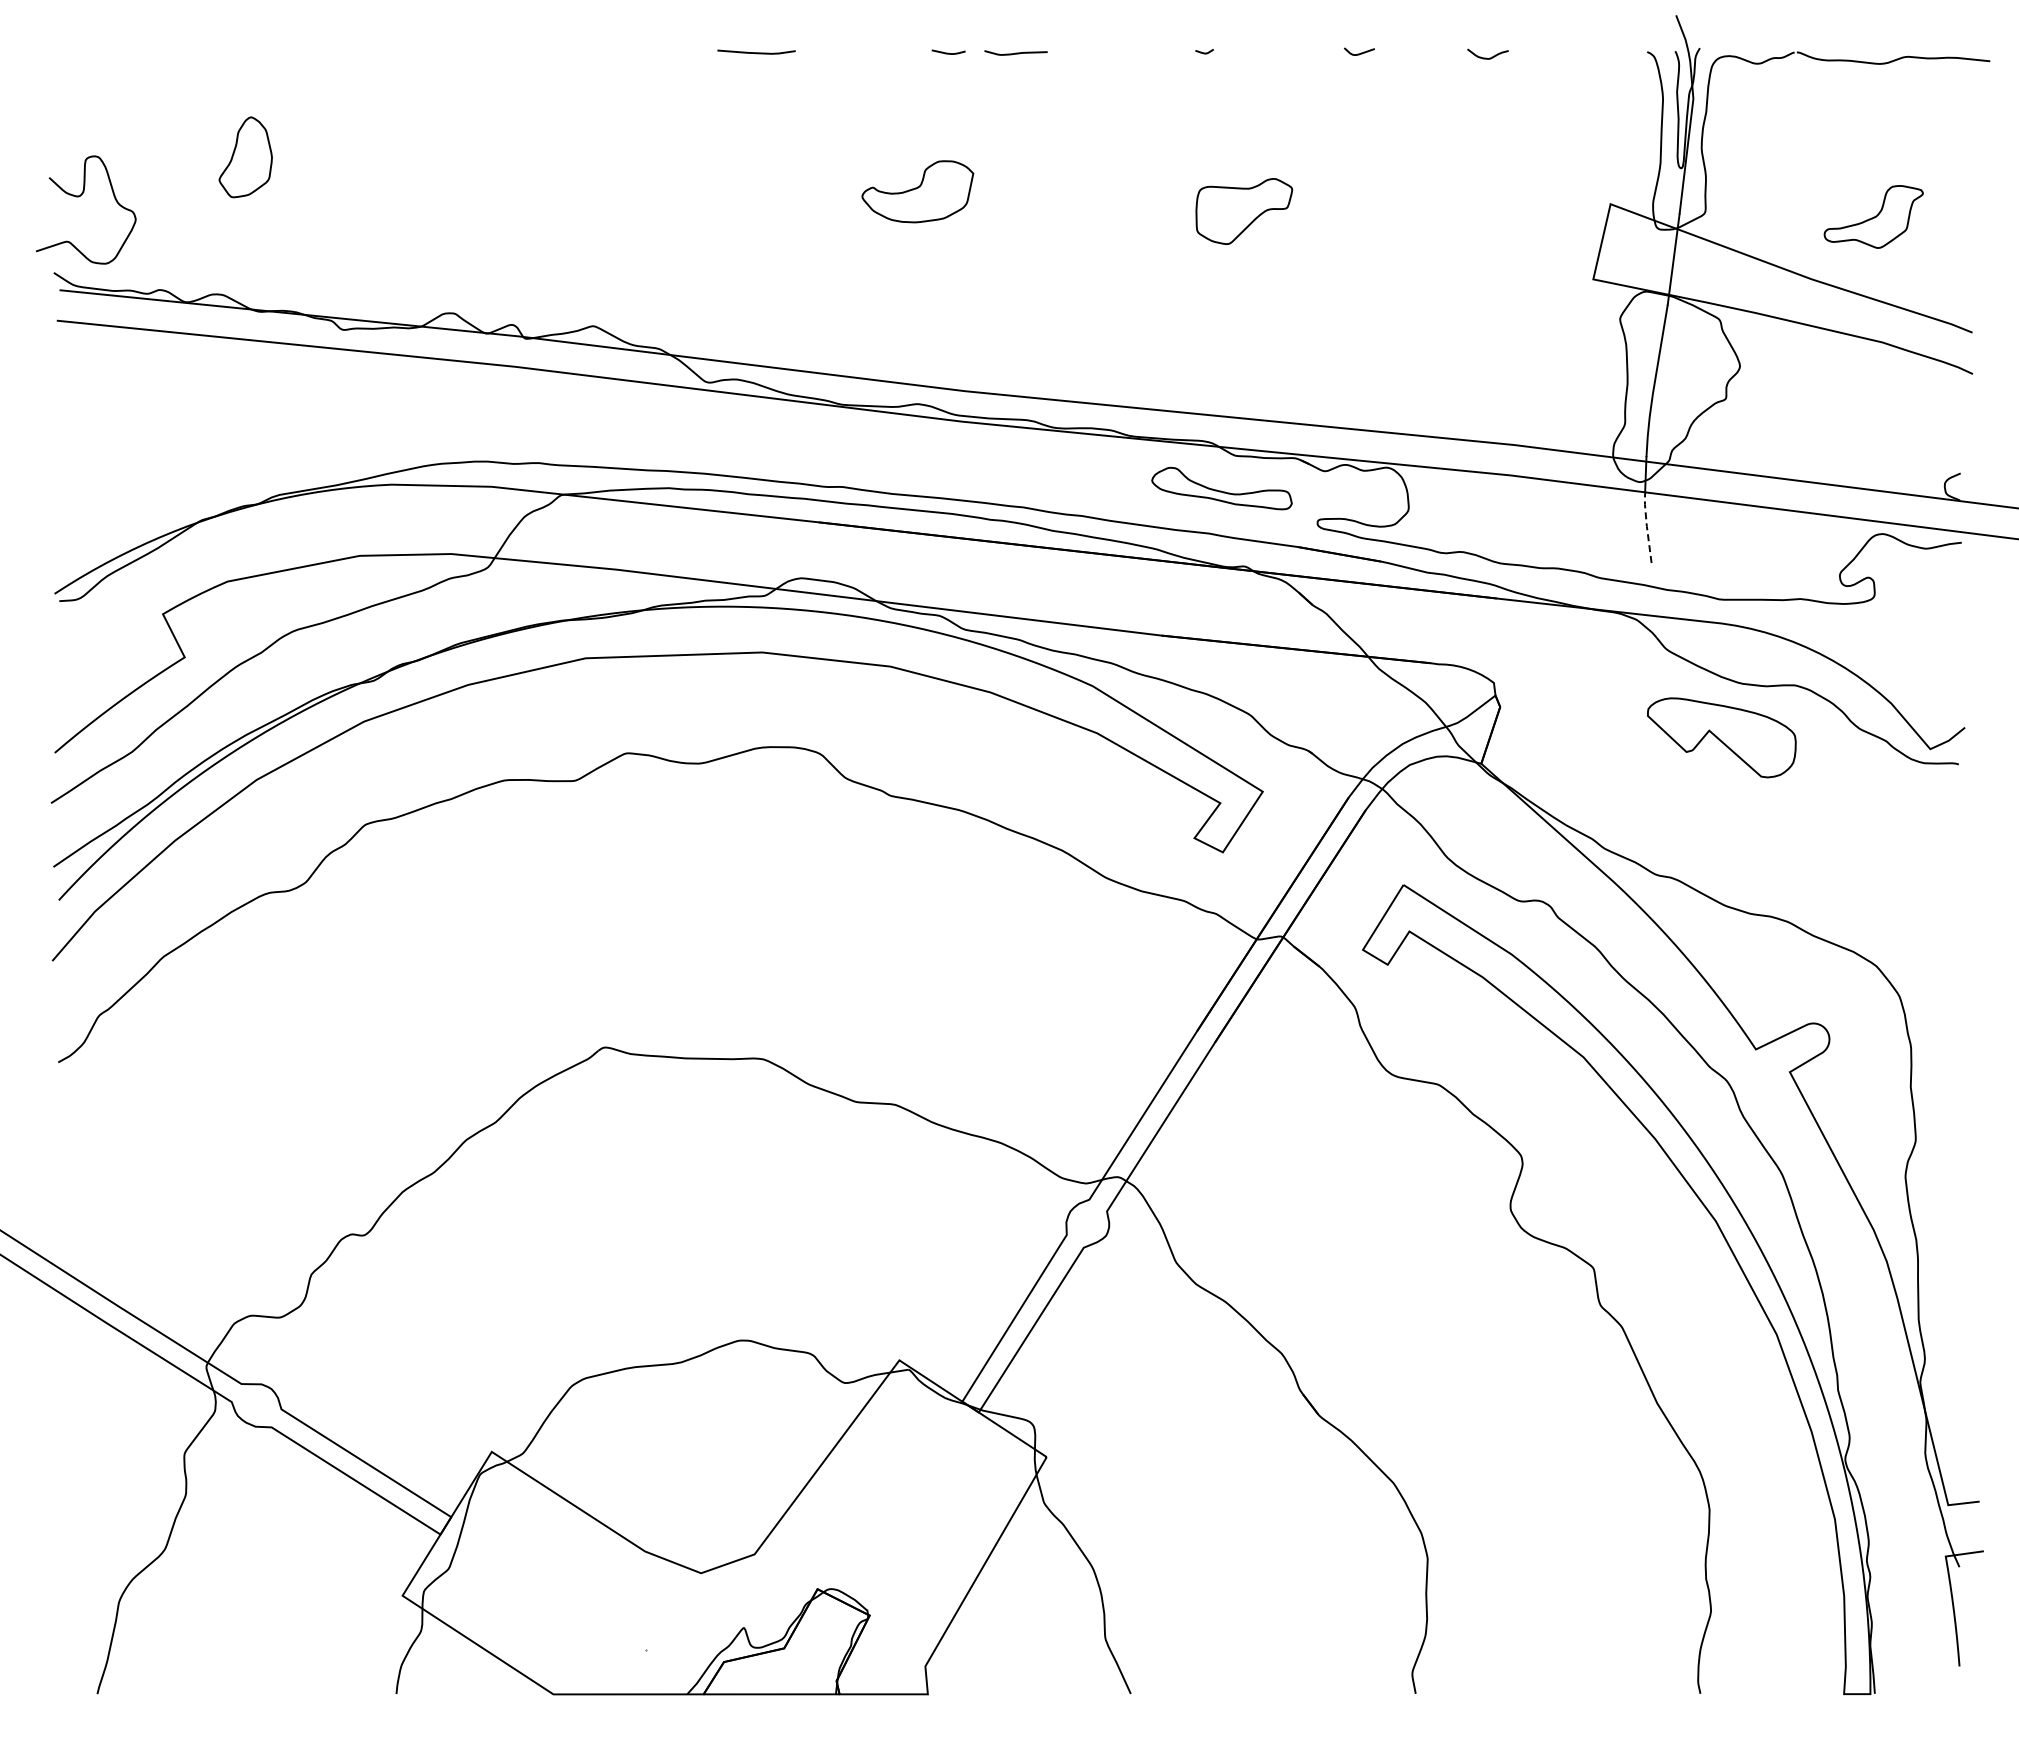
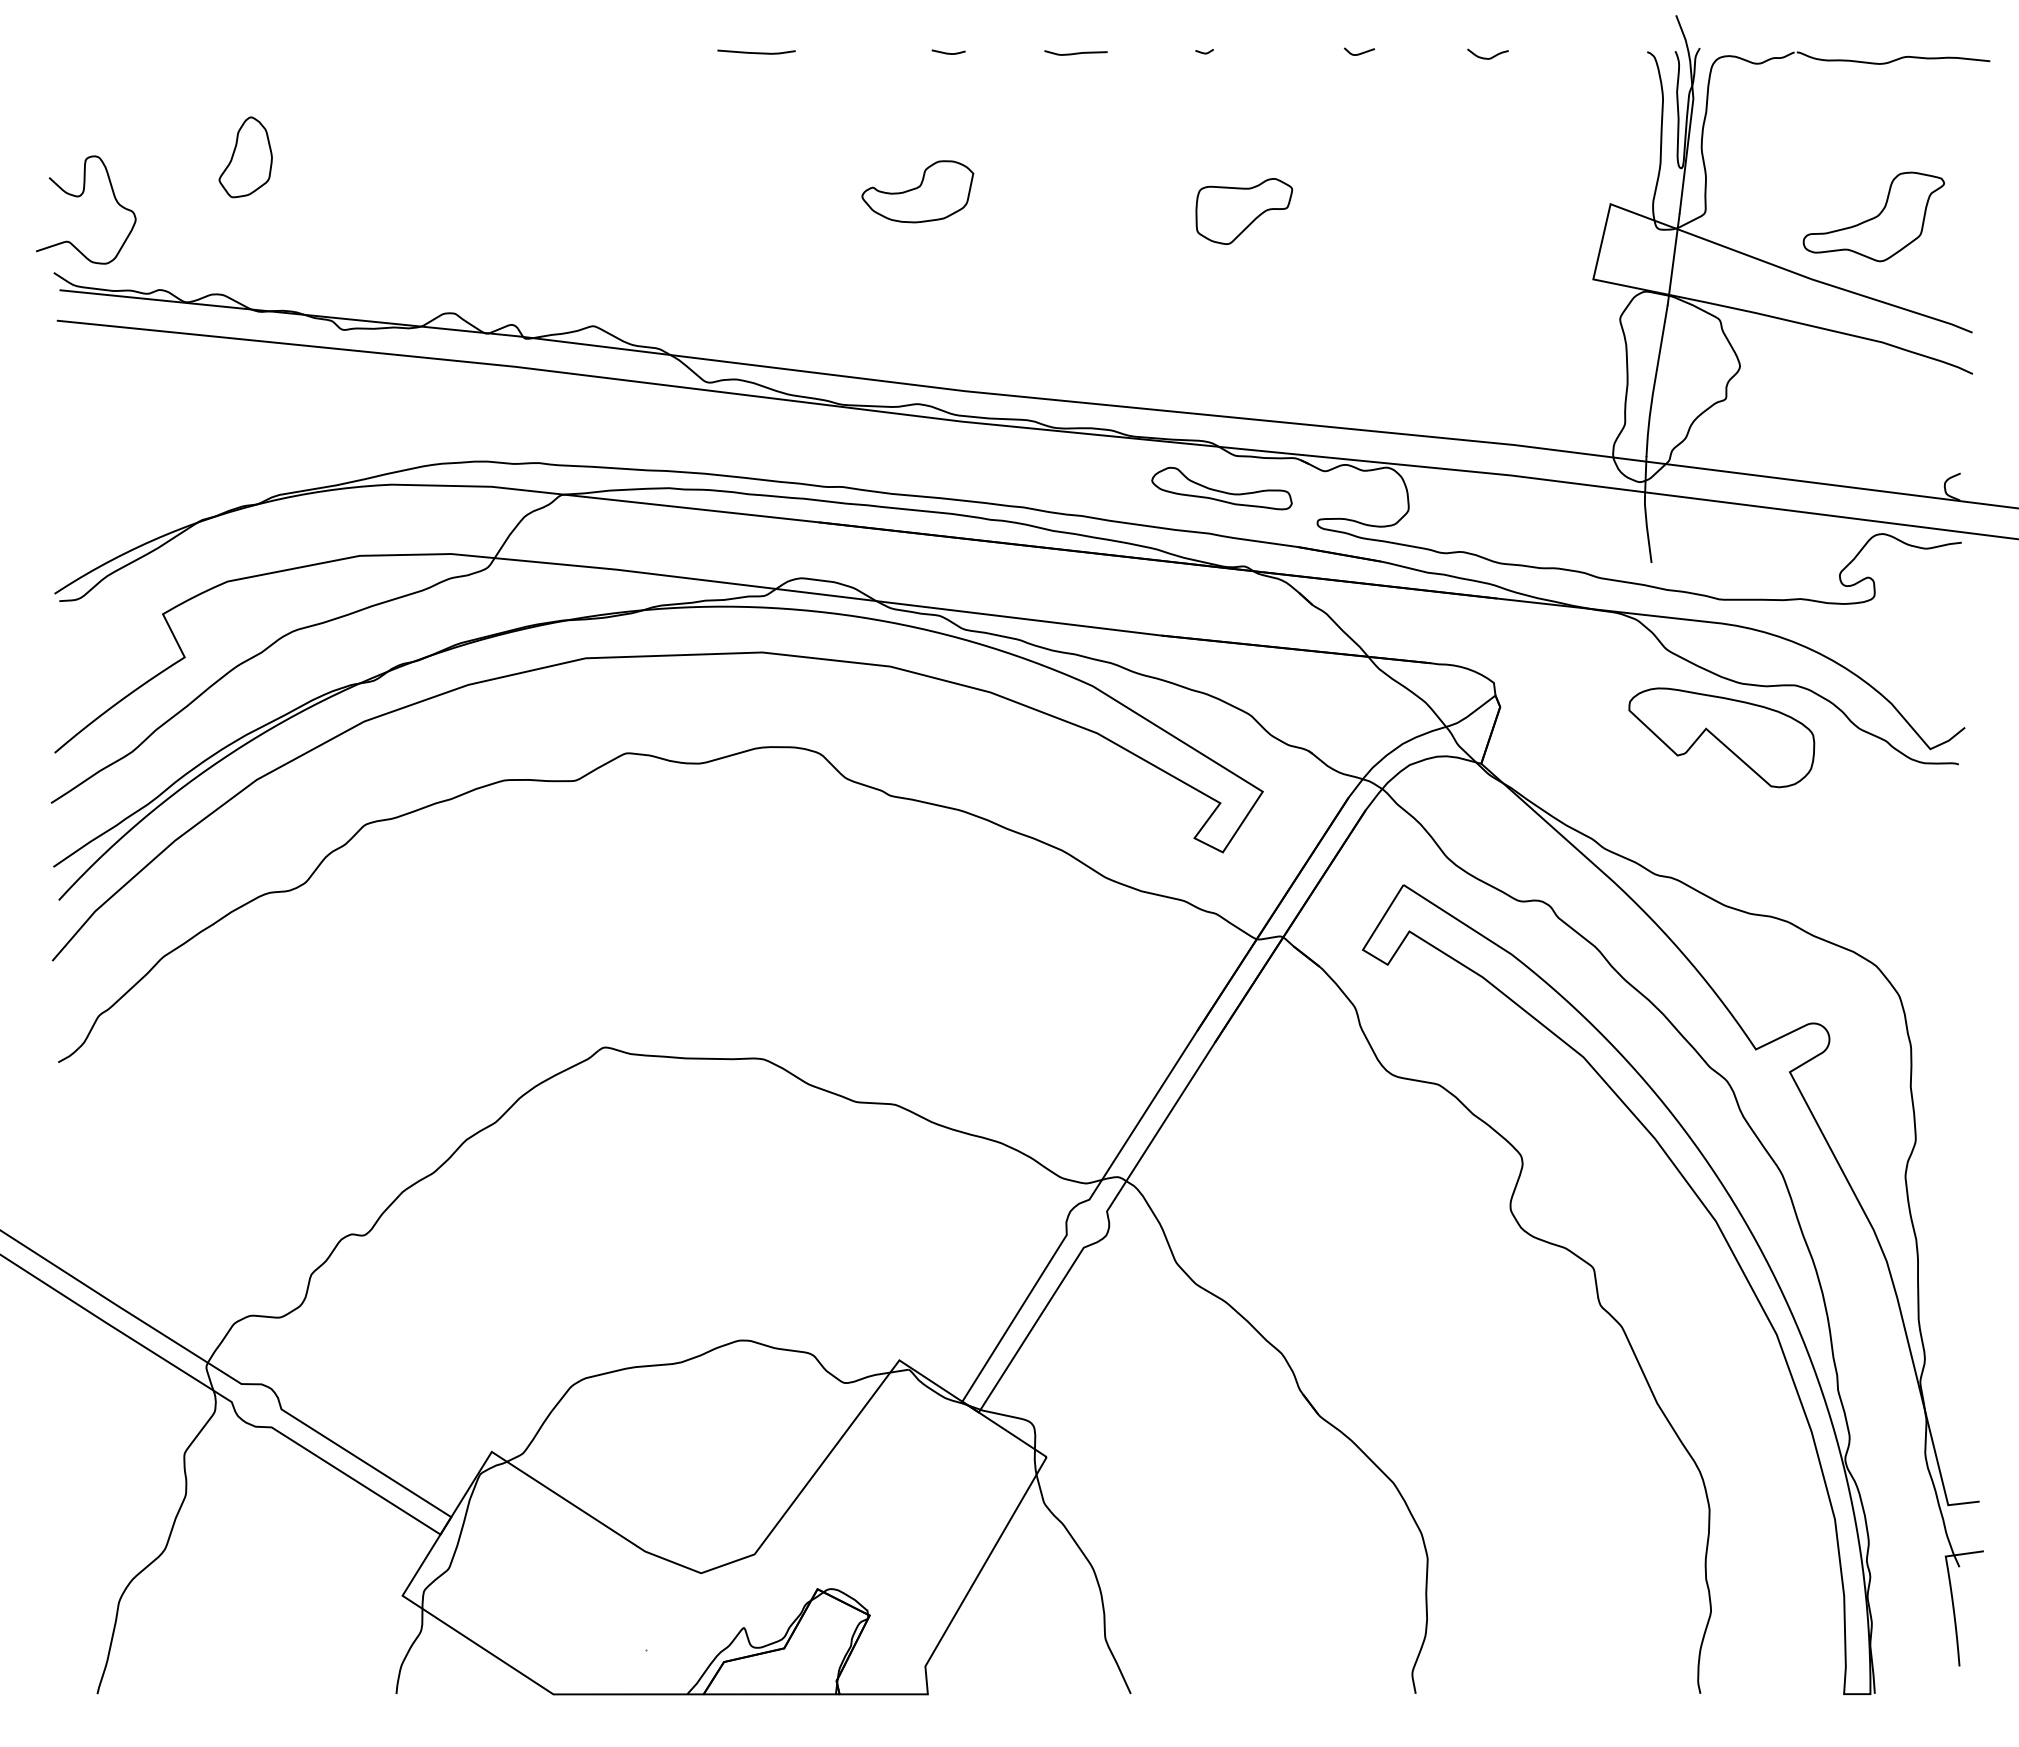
curve at (1015, 52) position: (1015, 52) -> (1075, 52)
part at (1873, 216) size: 101x64 px -> 143x92 px
line at (1647, 528): dashed -> solid
part at (1721, 737) size: 150x82 px -> 188x102 px
